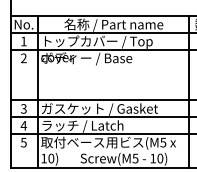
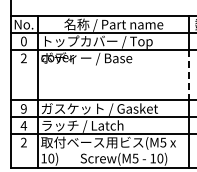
text at (23, 41): 1 -> 0
line at (189, 75): solid -> dashed
text at (23, 108): 3 -> 9
text at (23, 142): 5 -> 2
